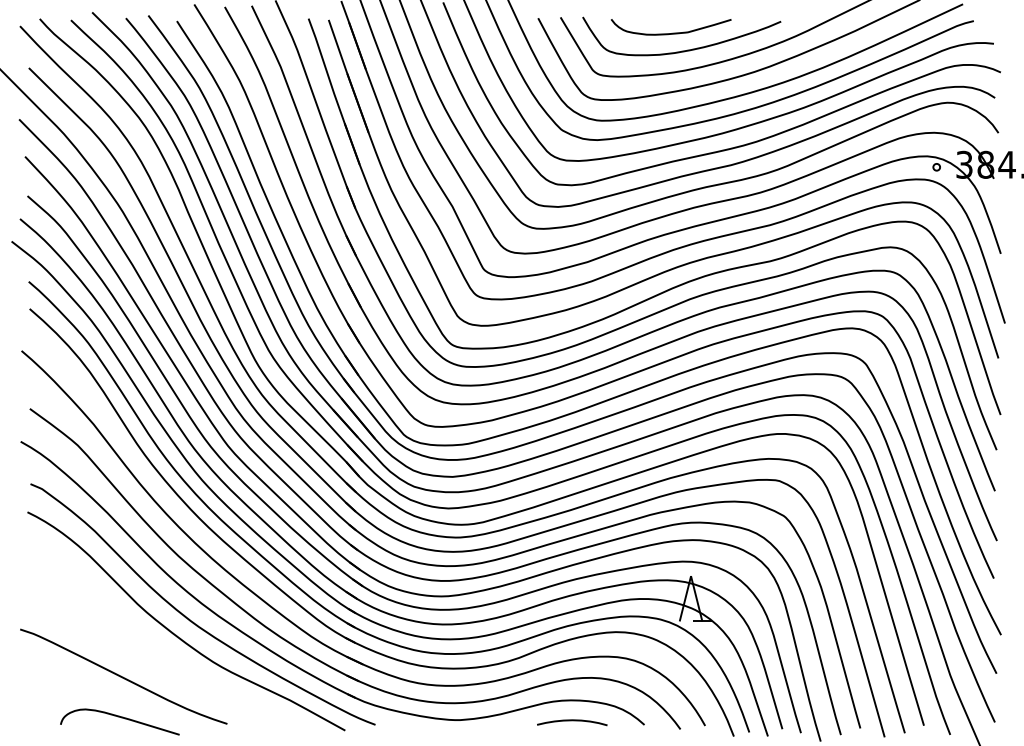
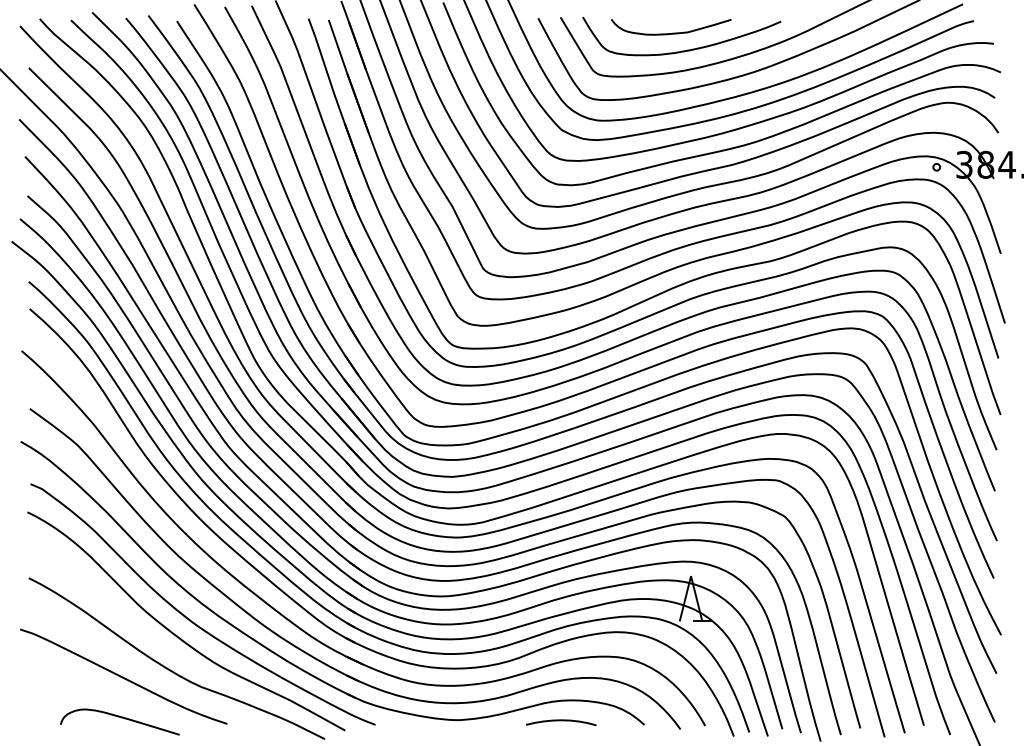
curve at (169, 668): none -> present
curve at (572, 721) position: (572, 721) -> (561, 721)
